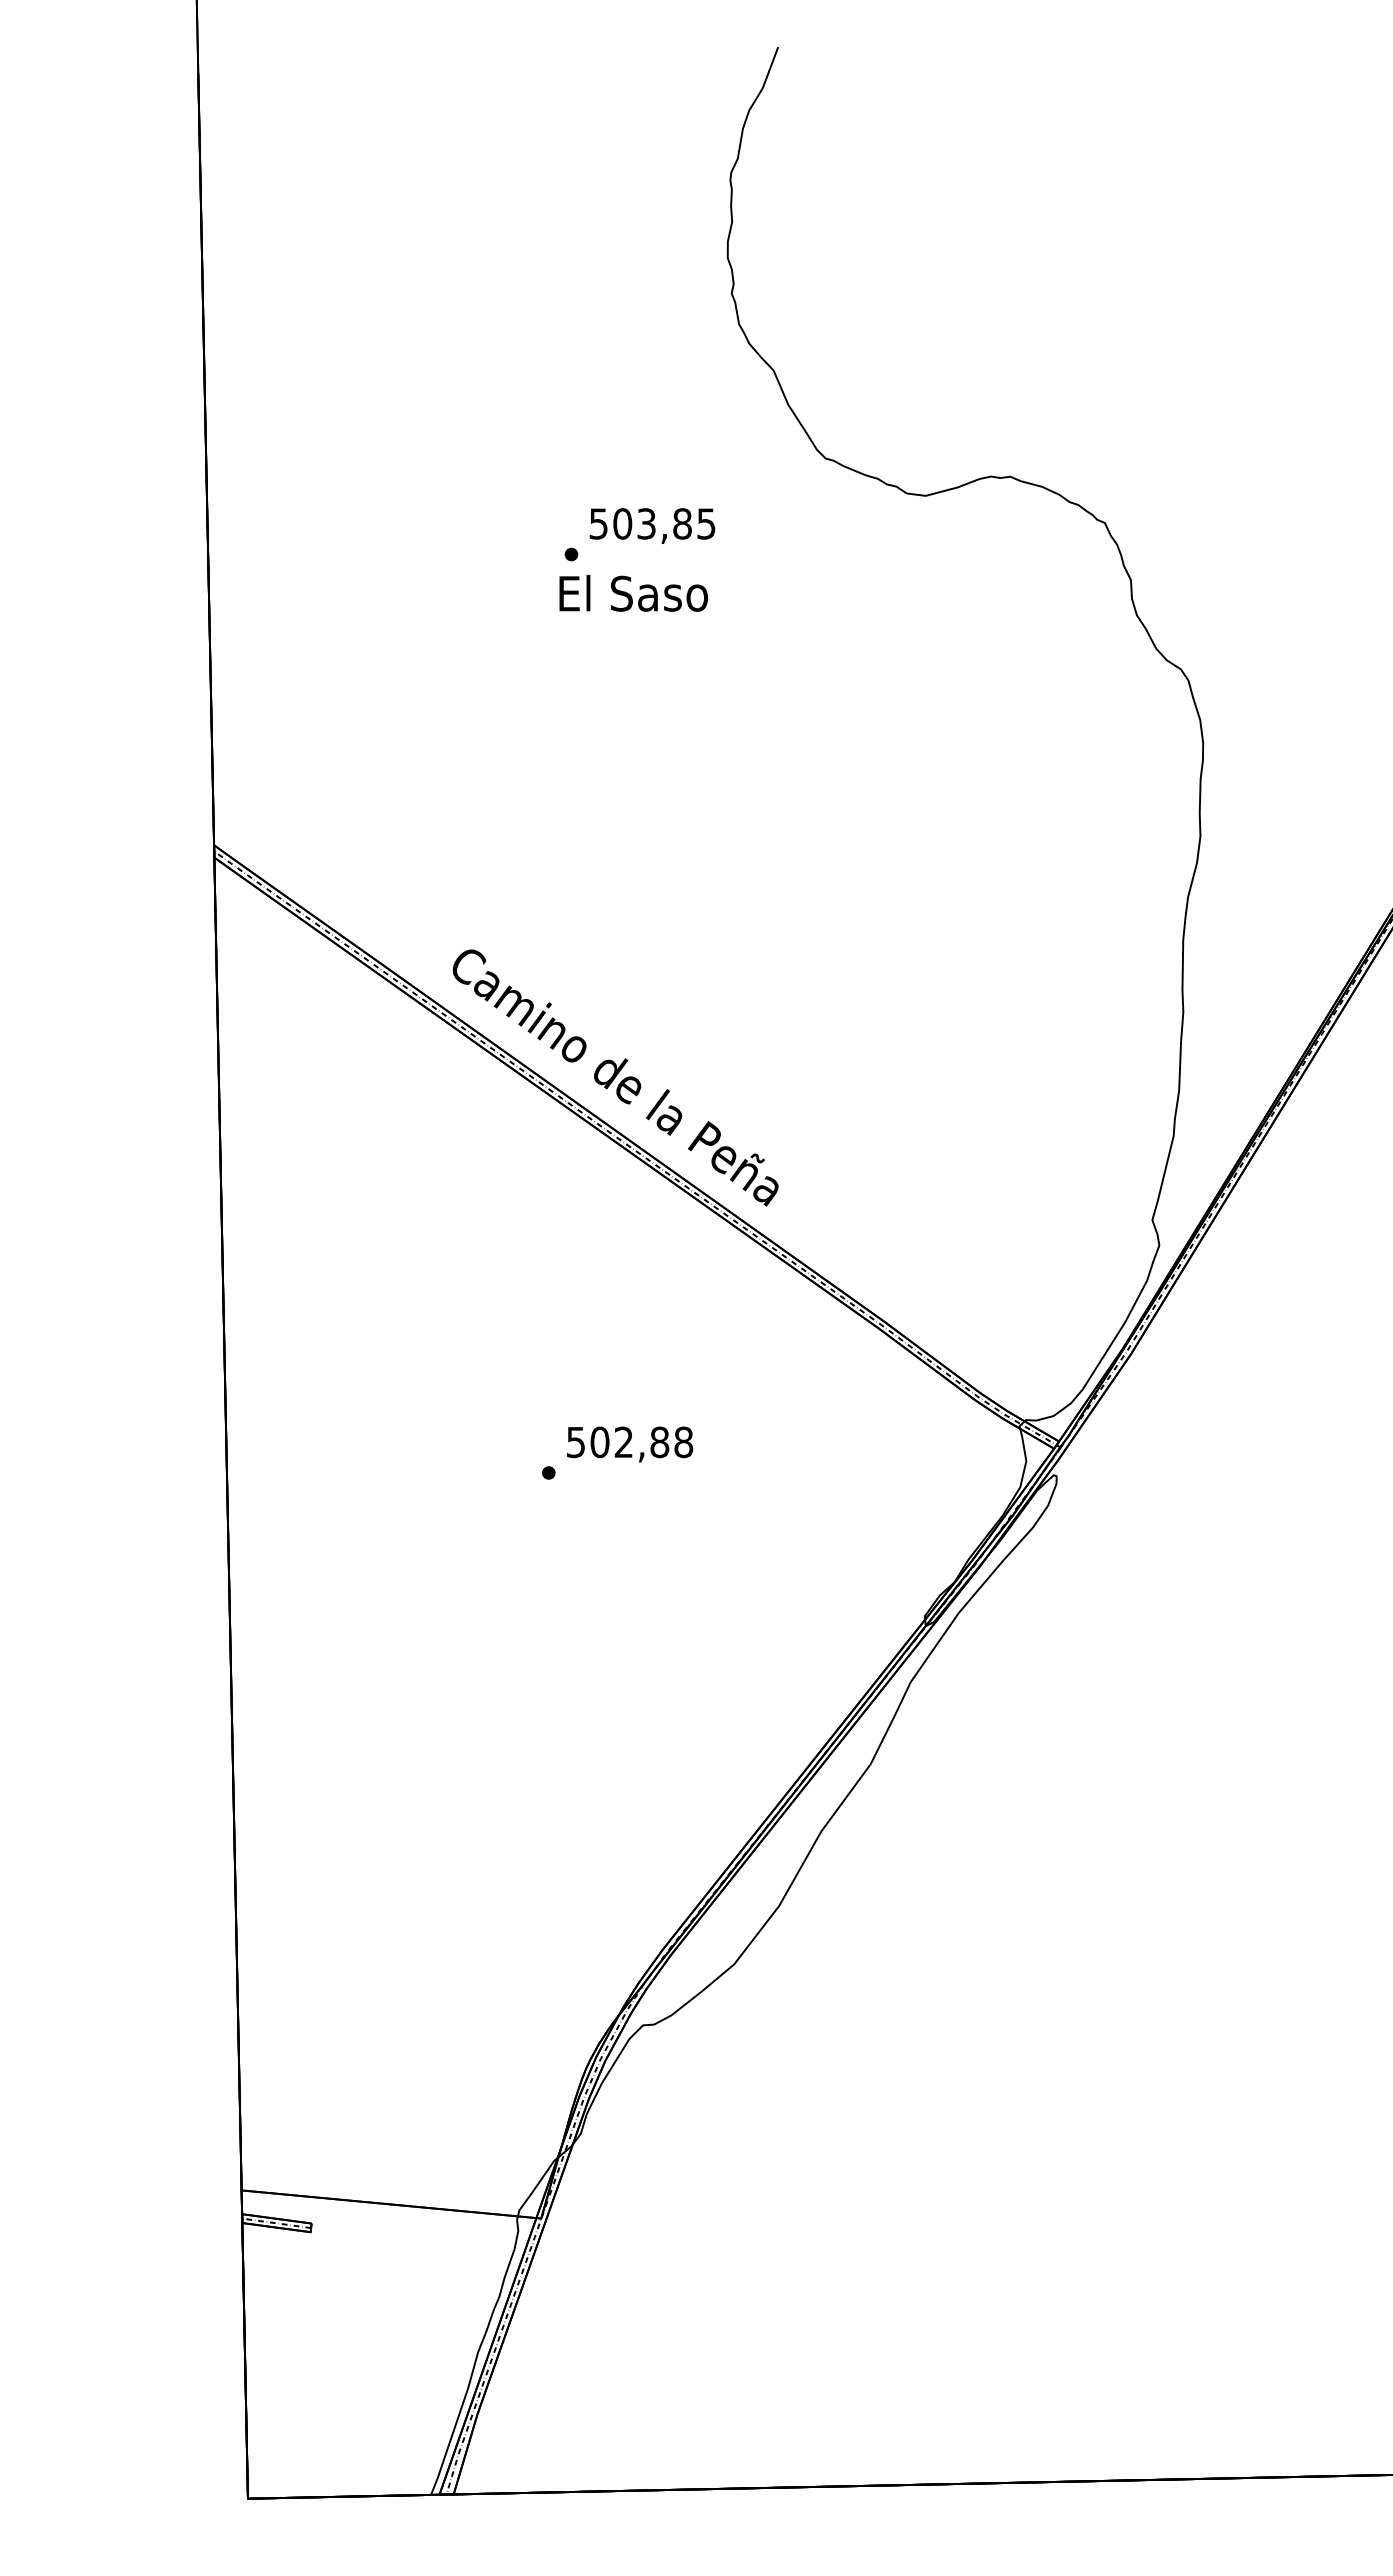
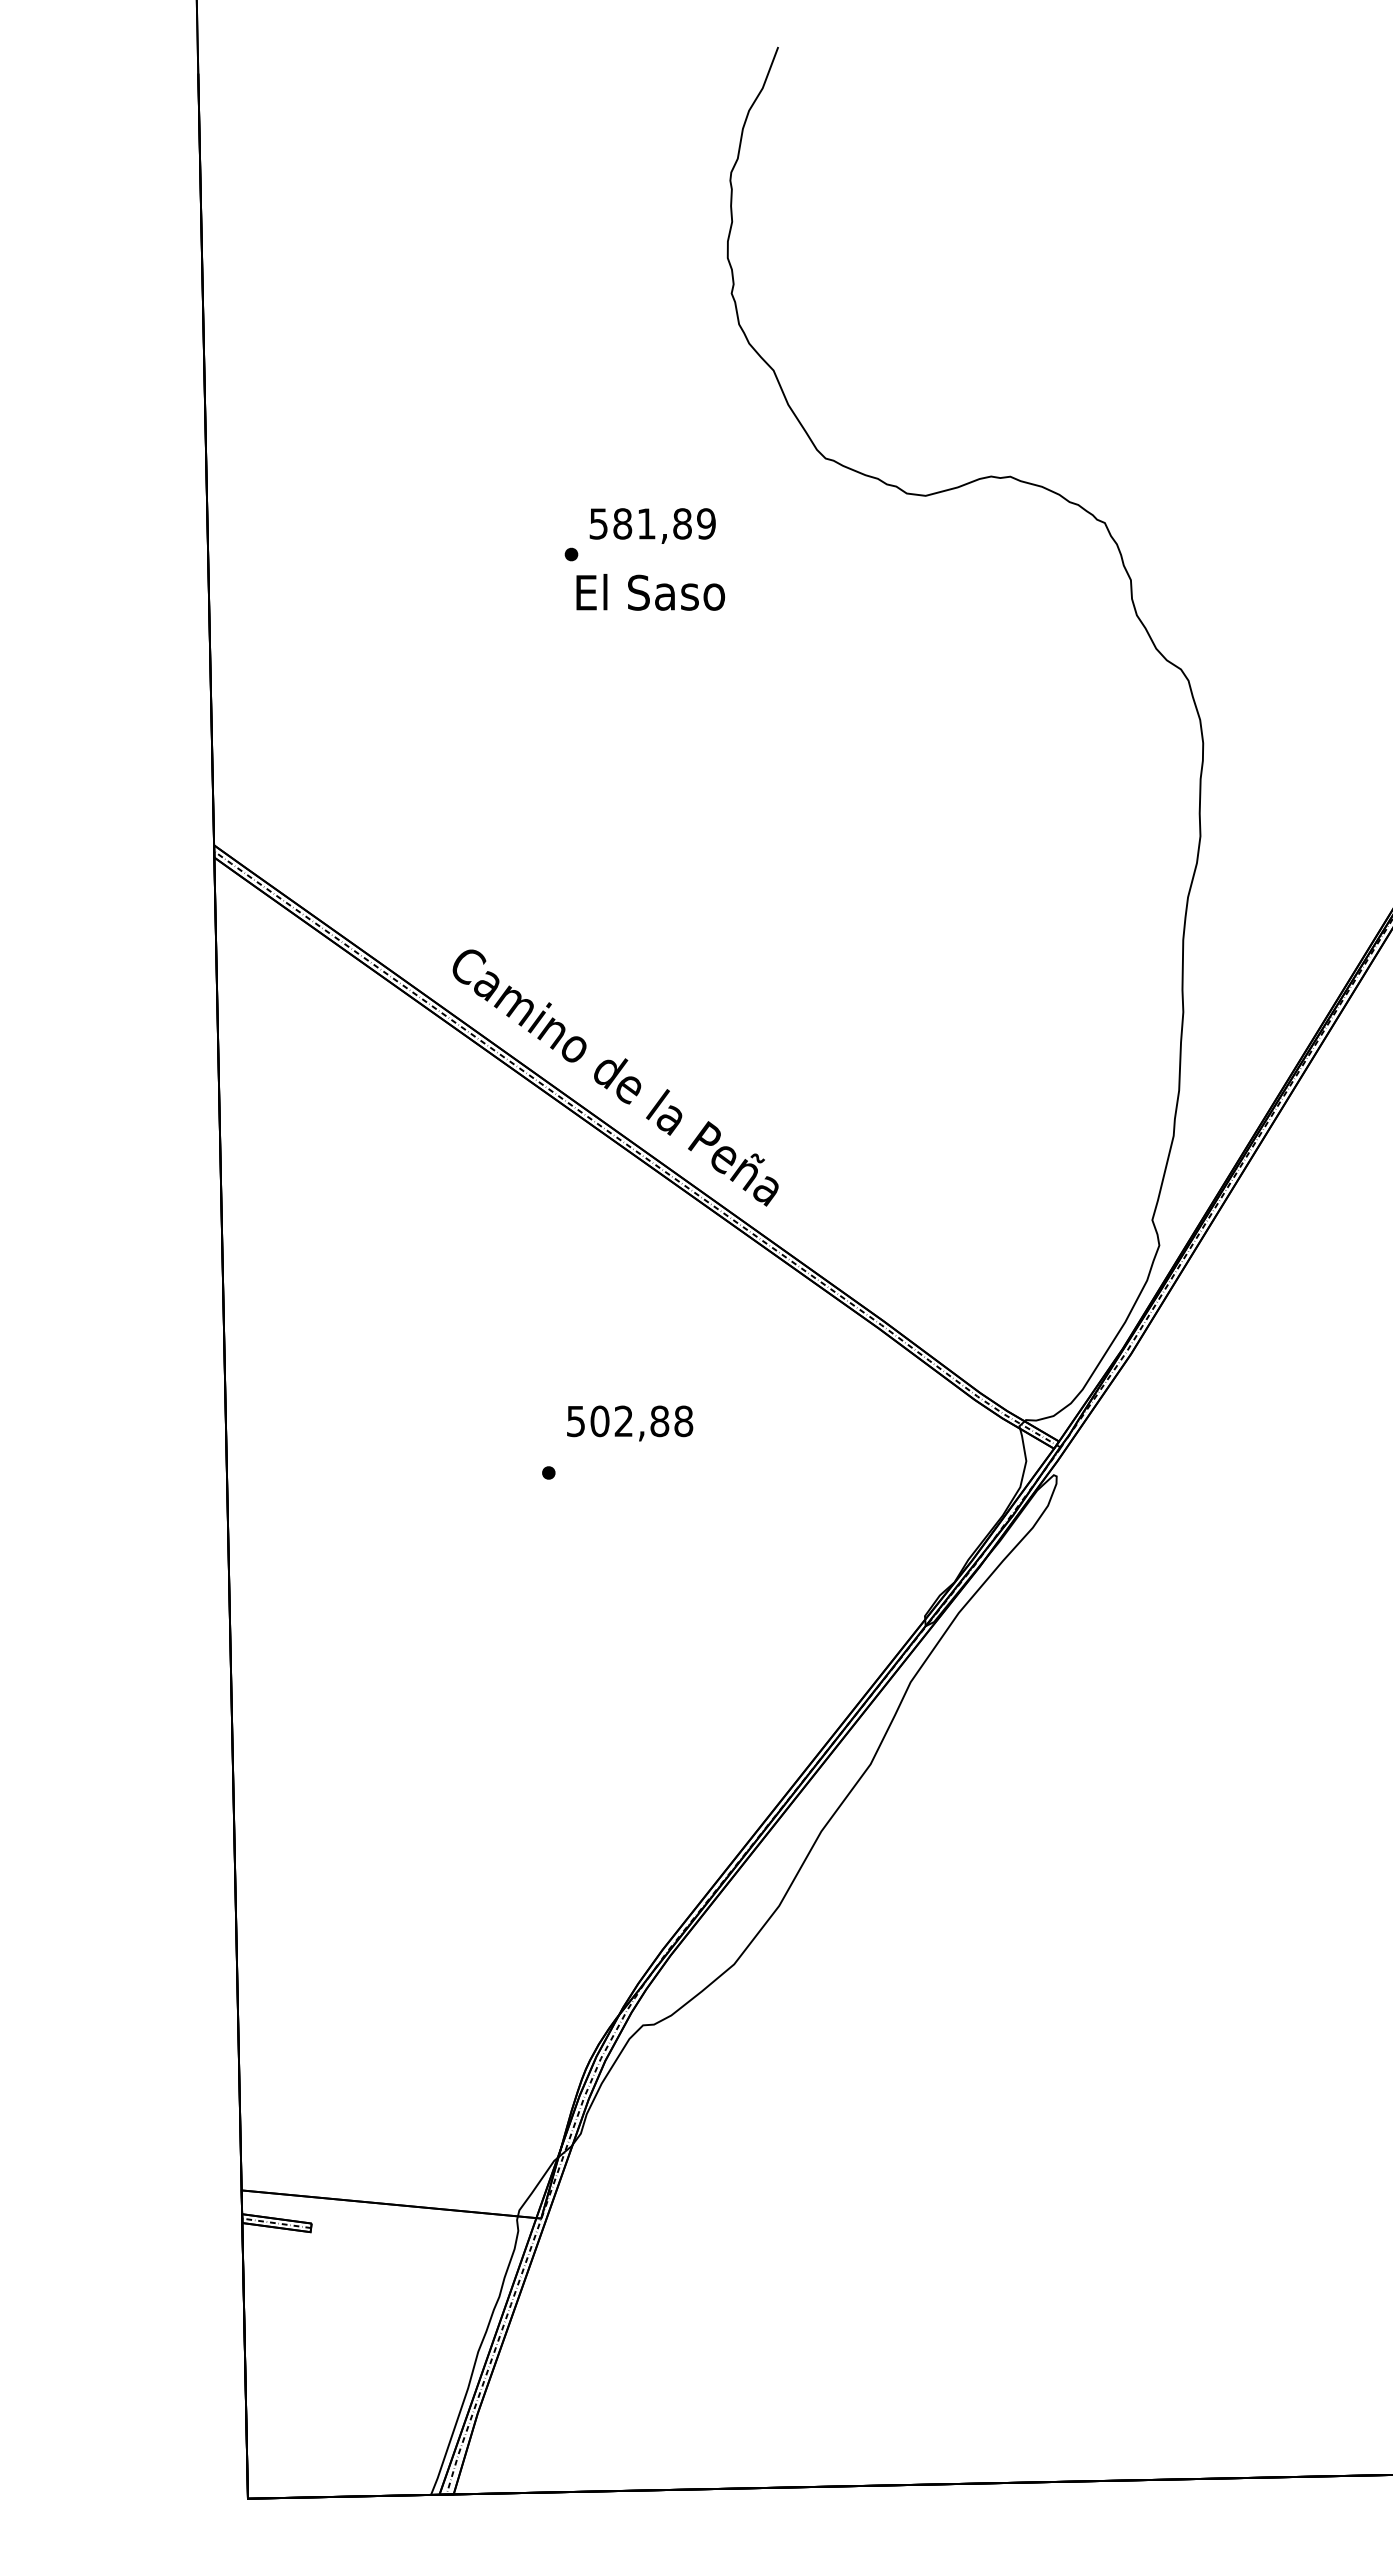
text at (664, 523): 503,85 -> 581,89
text at (633, 593) position: (633, 593) -> (650, 592)
text at (630, 1444) position: (630, 1444) -> (630, 1423)
